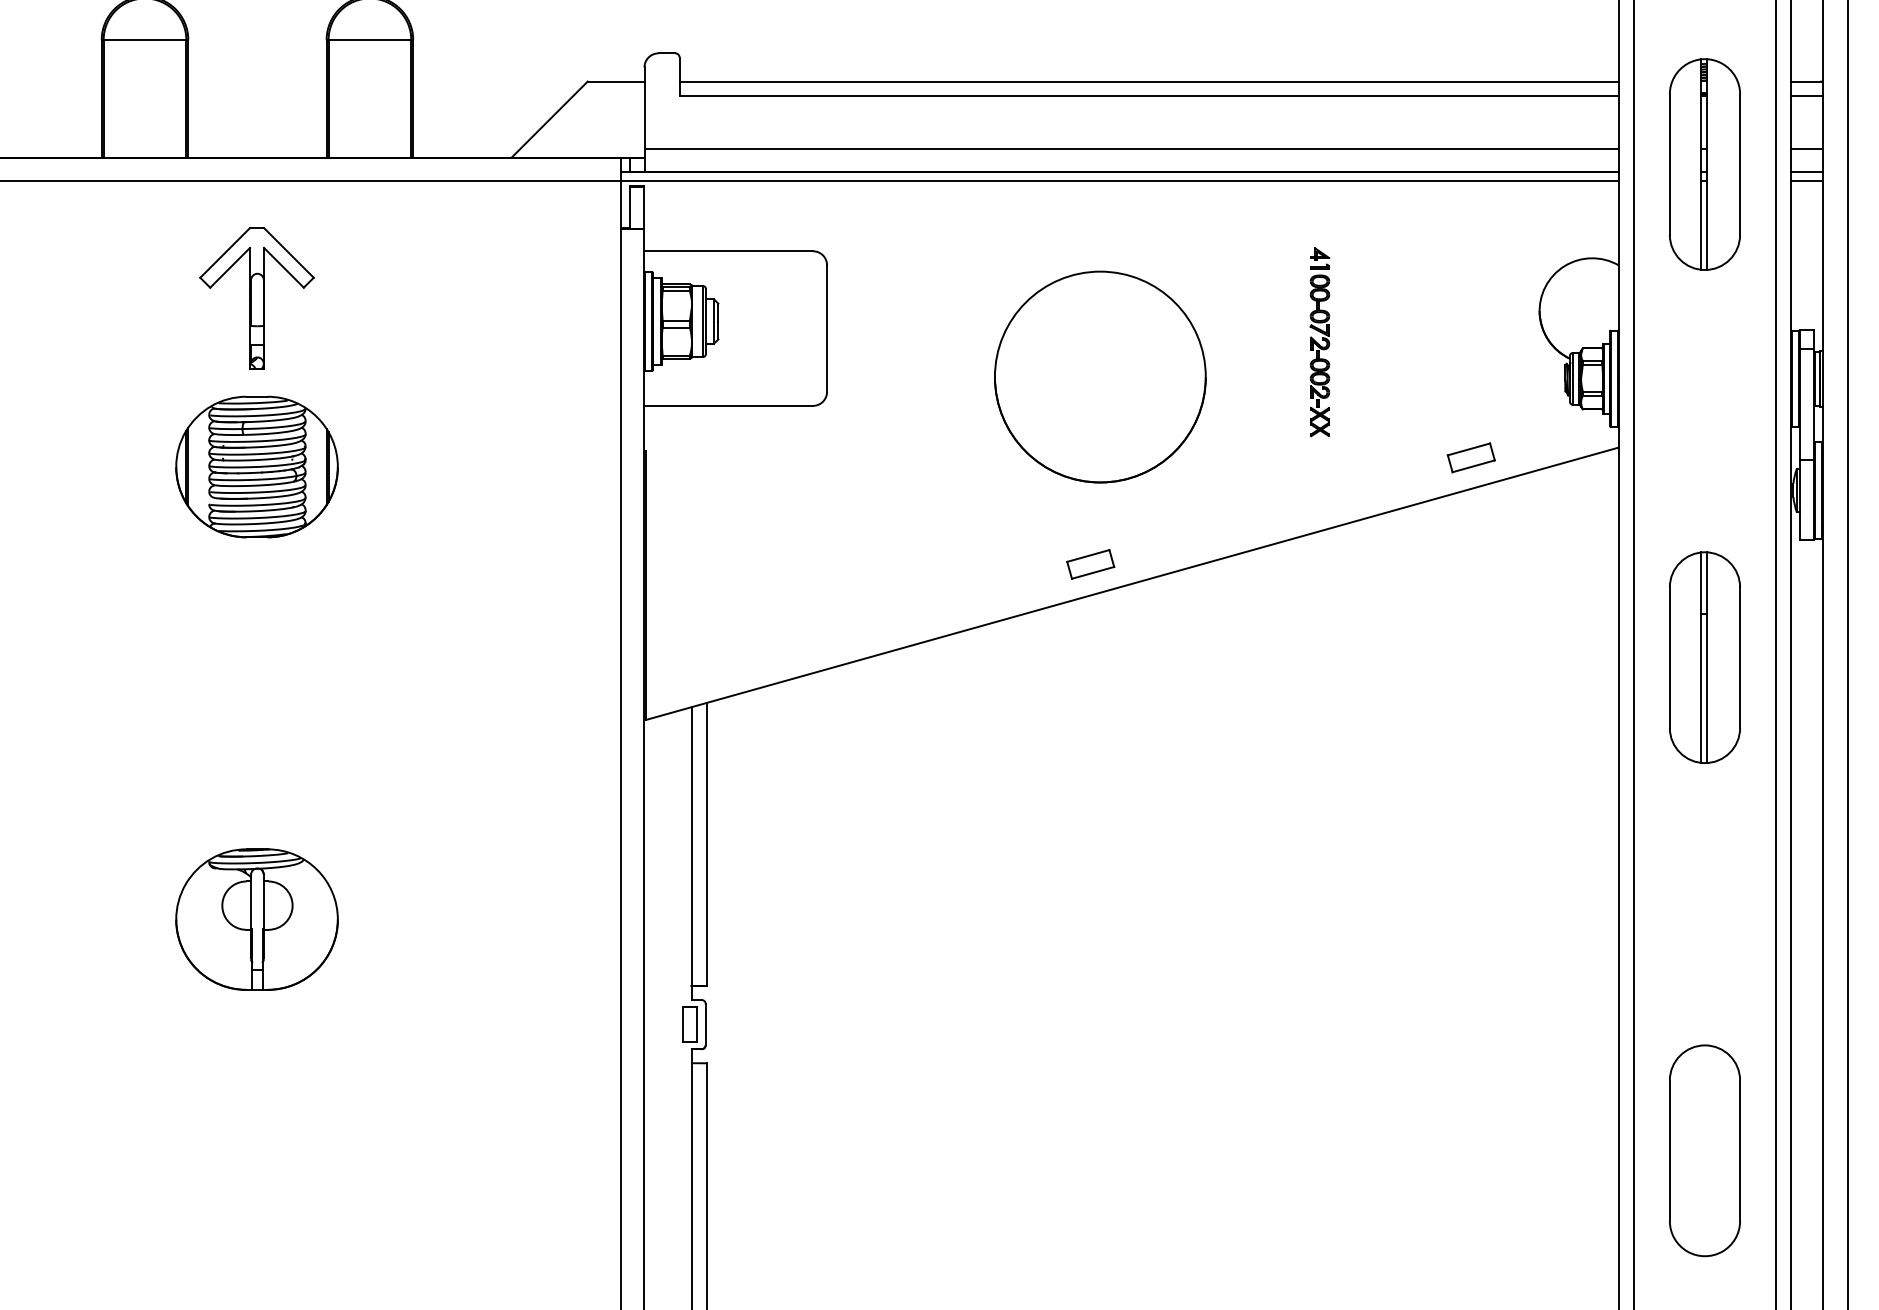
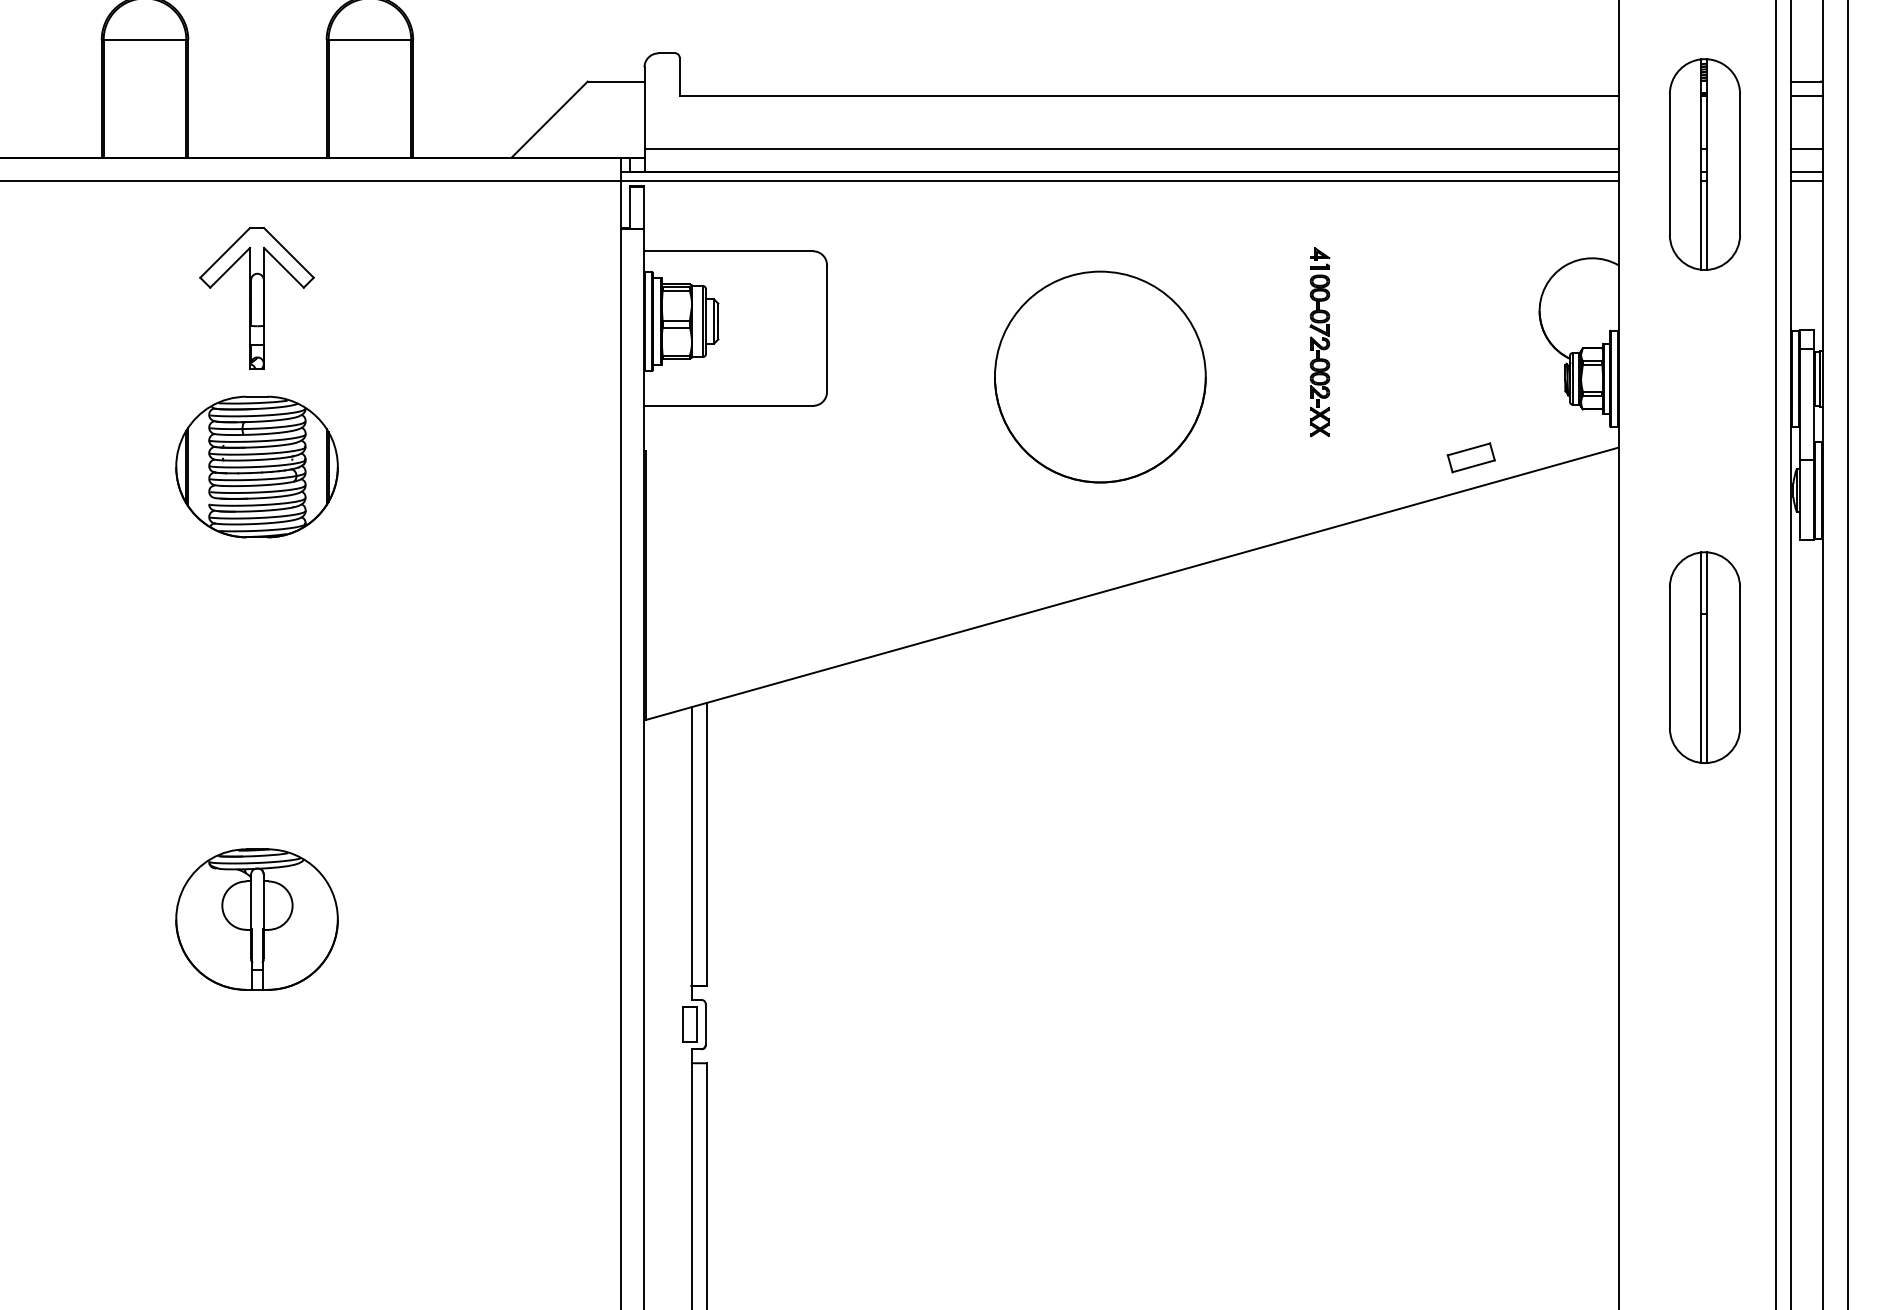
line at (1148, 81): present -> none
part at (1090, 564): present -> none
line at (1633, 654): present -> none
part at (1704, 1150): present -> none
